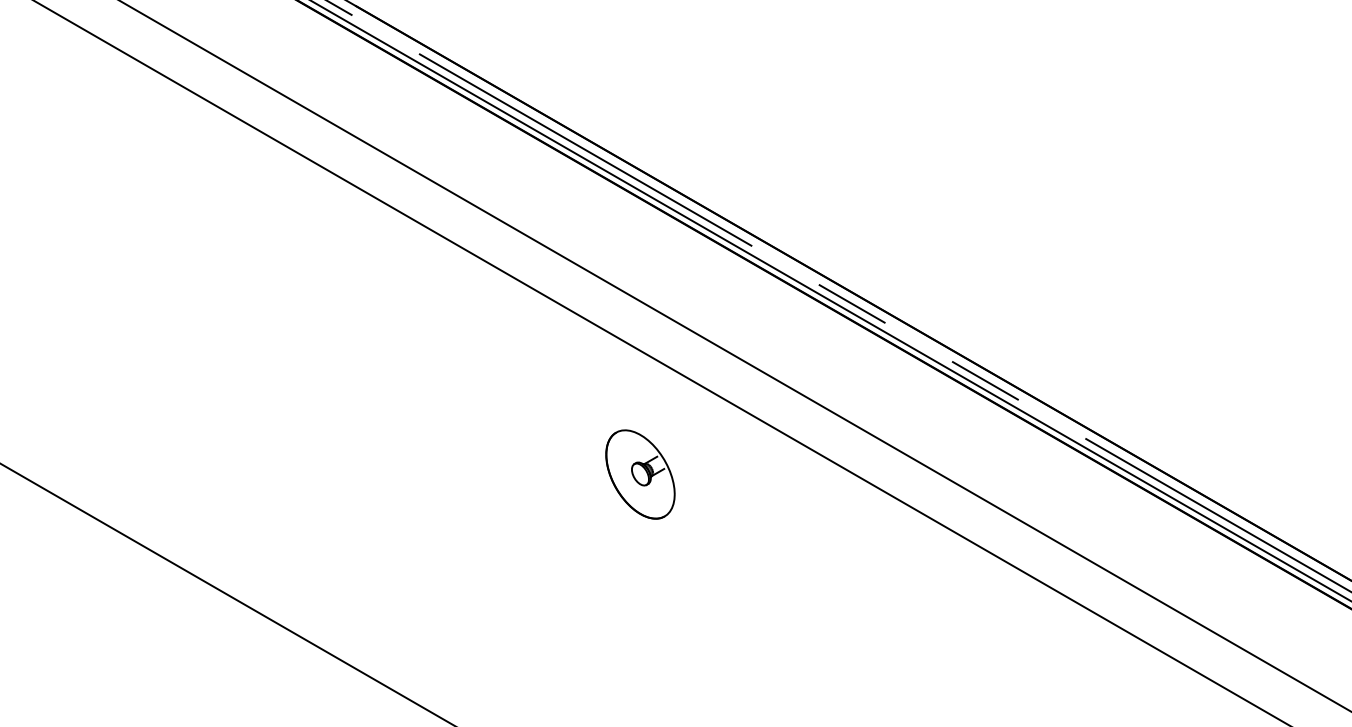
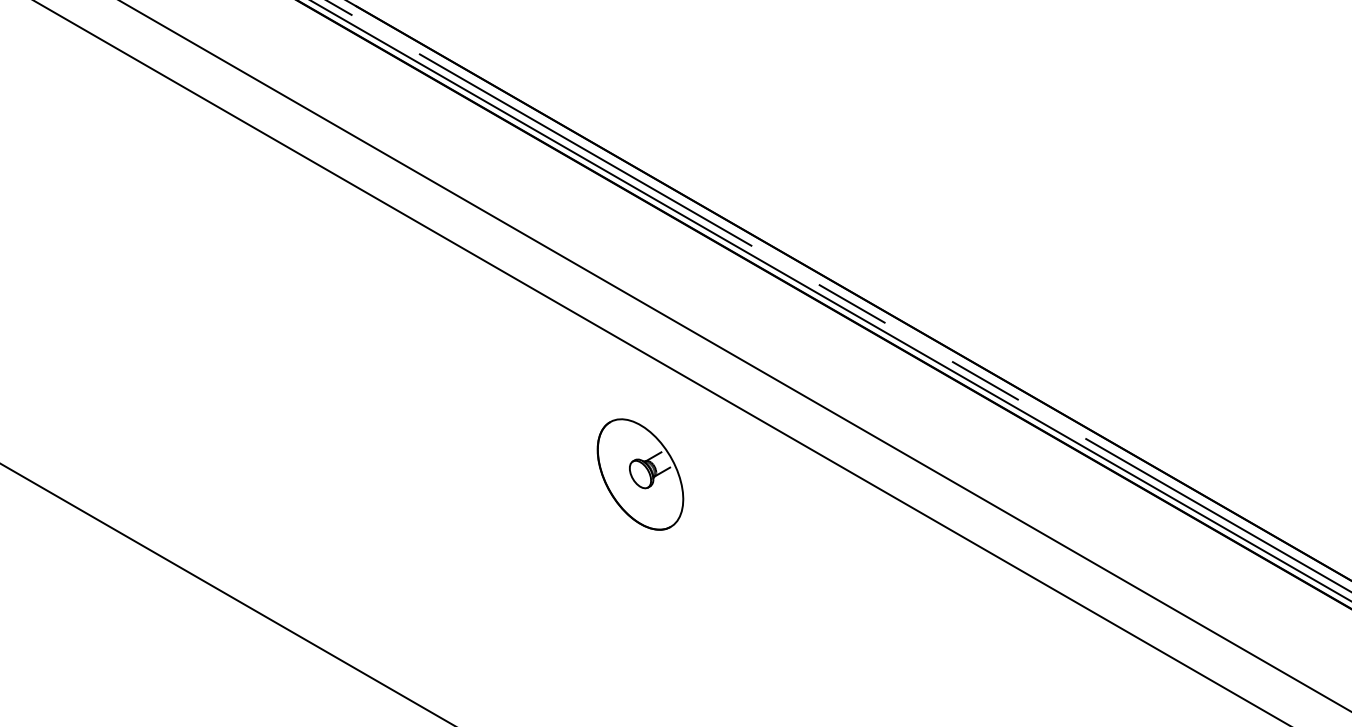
part at (640, 474) size: 71x91 px -> 89x113 px
